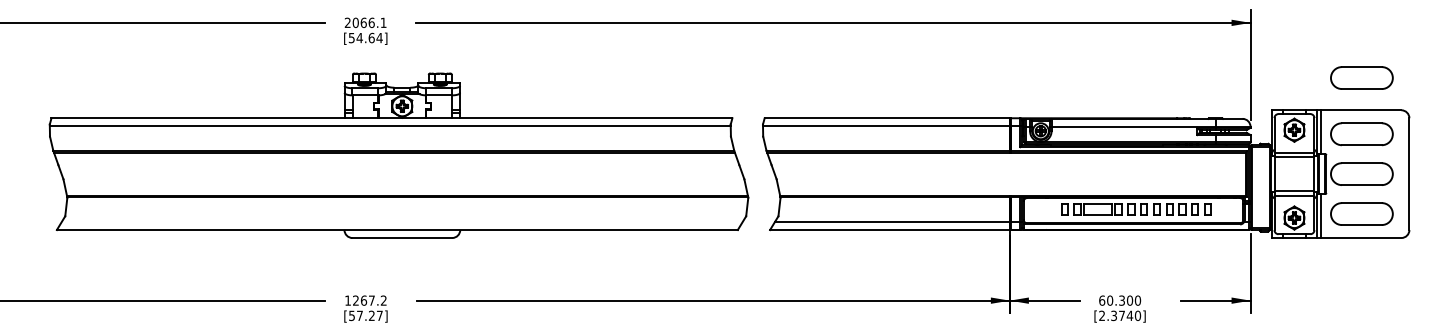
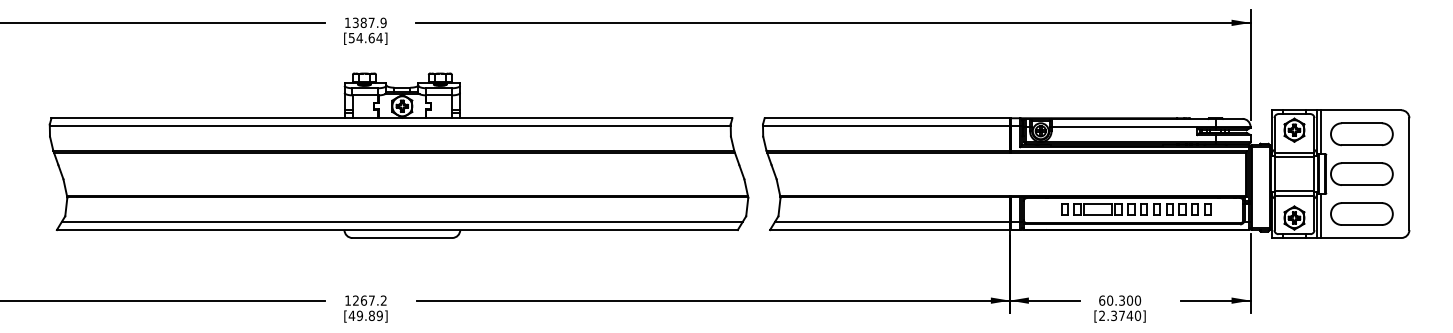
text at (365, 22): 2066.1 -> 1387.9
part at (1361, 77): present -> none
line at (401, 222): none -> present
text at (365, 315): [57.27] -> [49.89]
